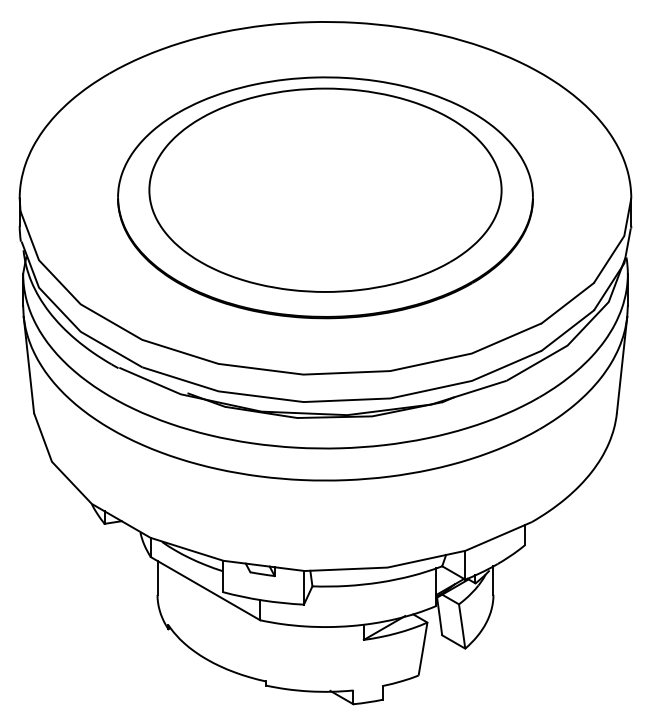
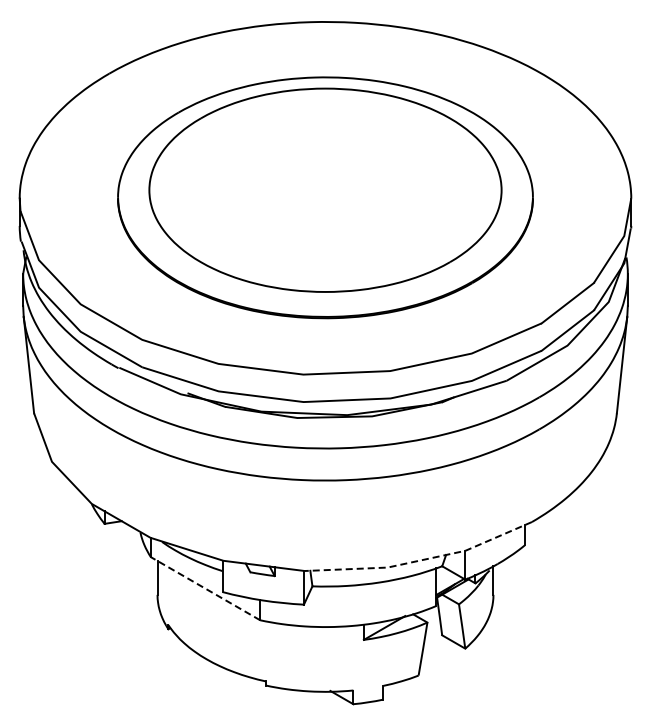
line at (421, 560): solid -> dashed
line at (205, 588): solid -> dashed
